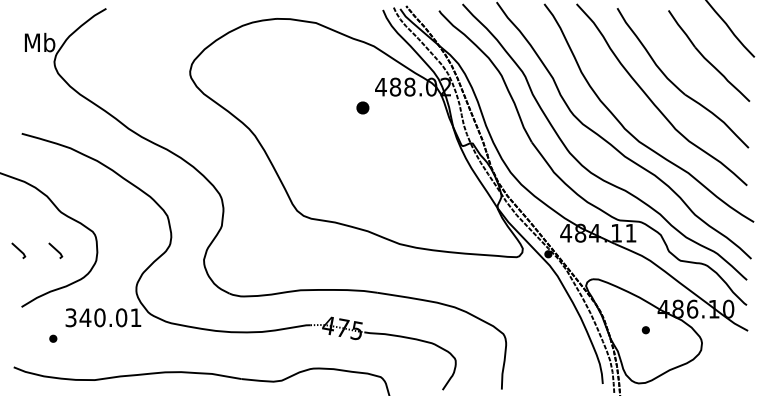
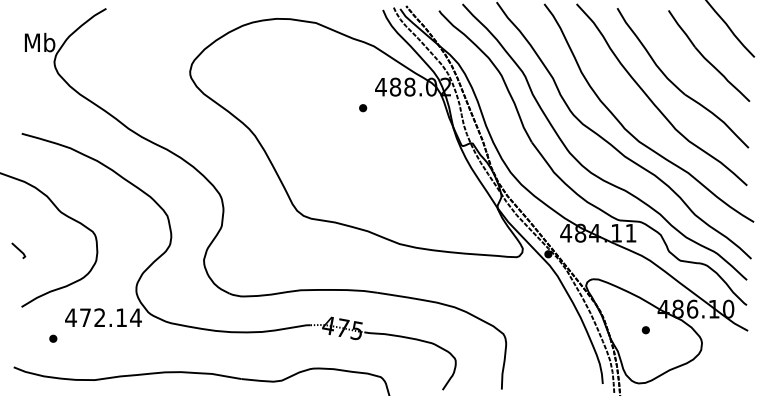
part at (362, 107) size: 14x14 px -> 9x9 px
line at (55, 250): present -> none
text at (103, 317): 340.01 -> 472.14
